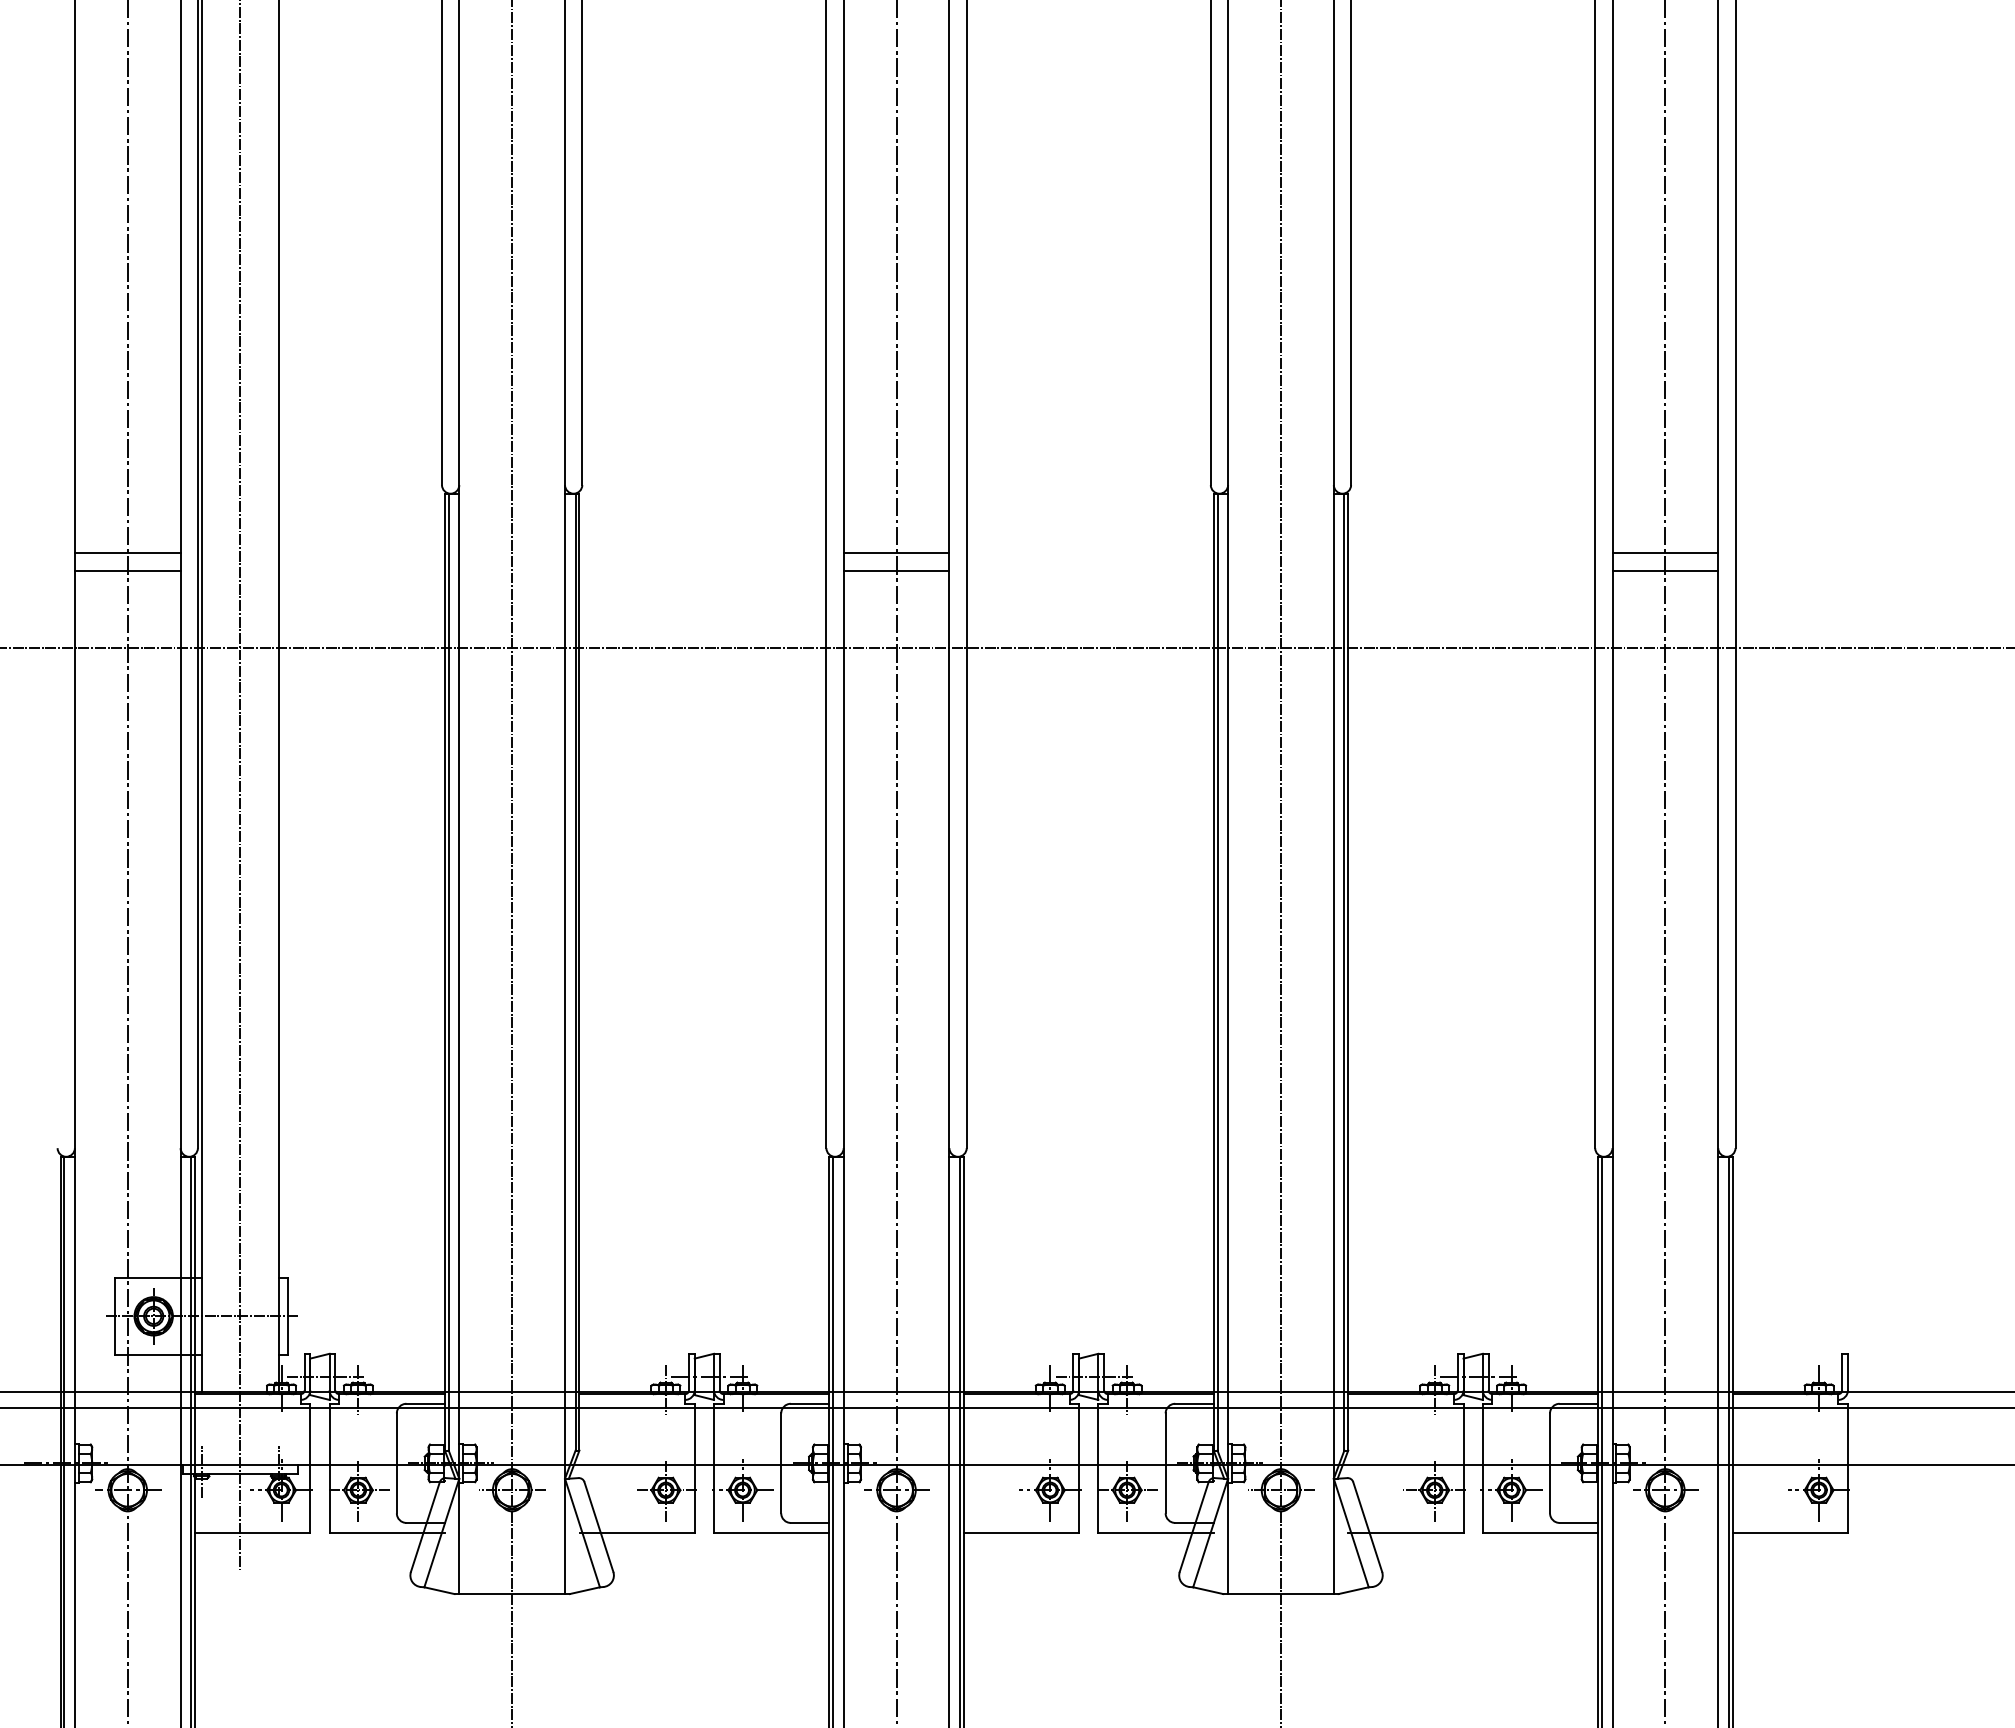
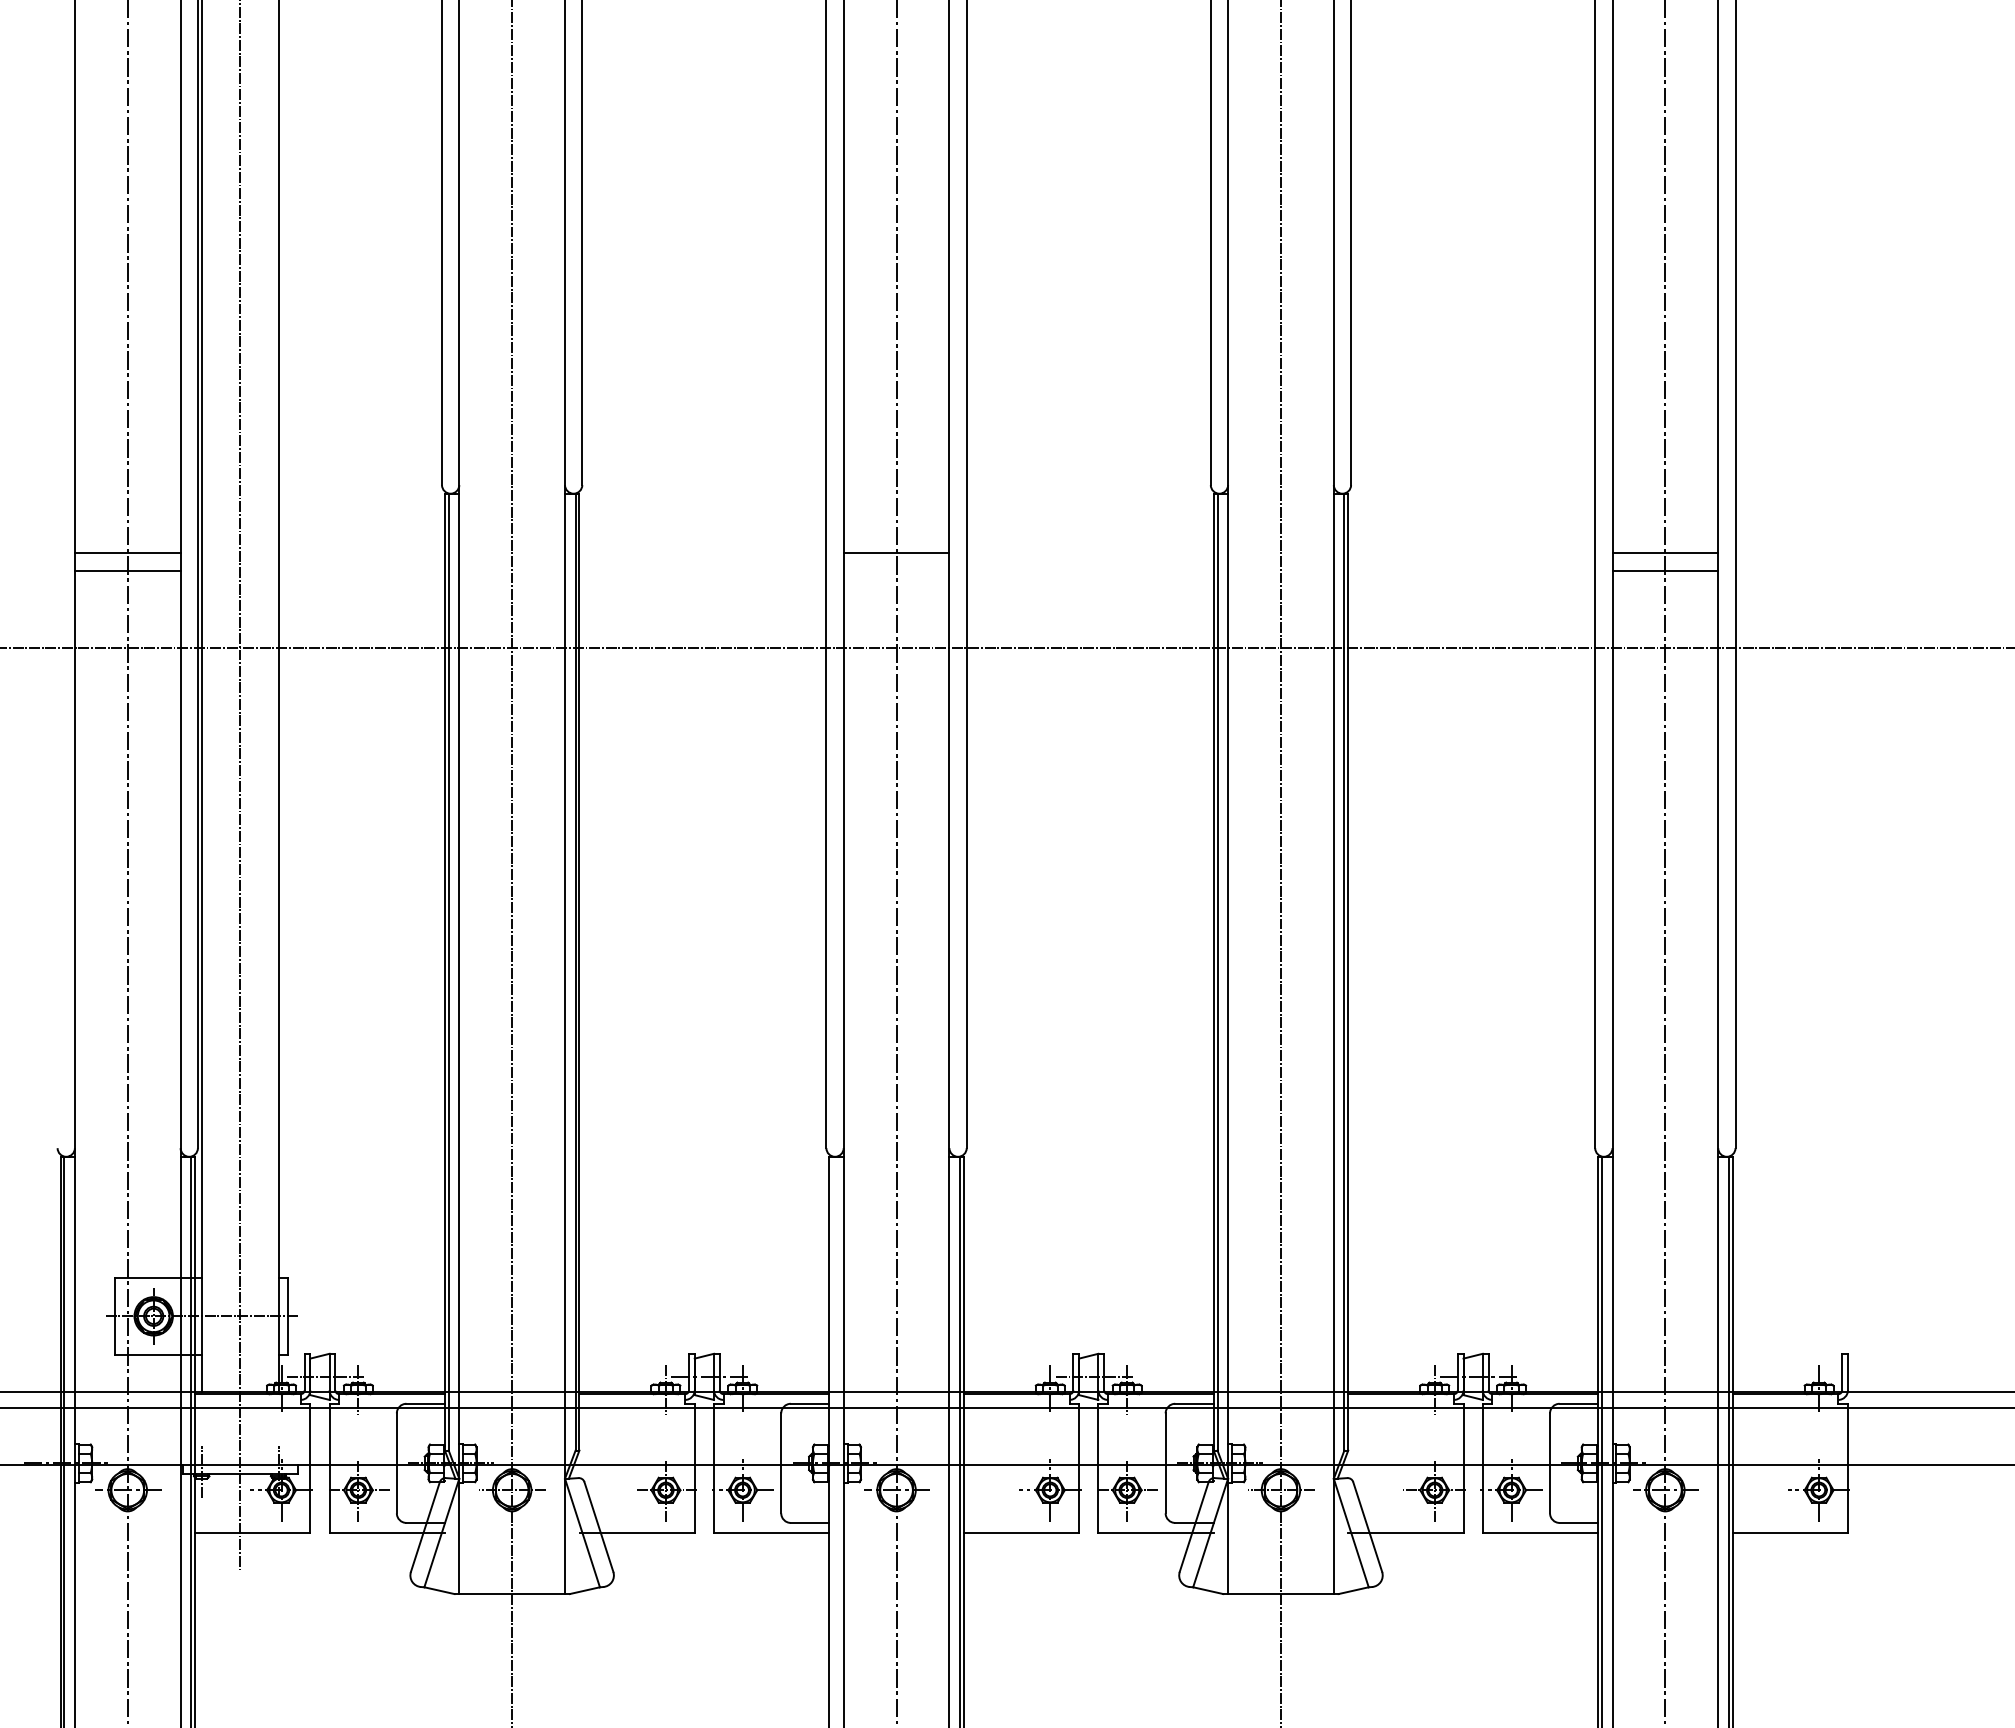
line at (896, 570): present -> none
line at (833, 1440): present -> none
